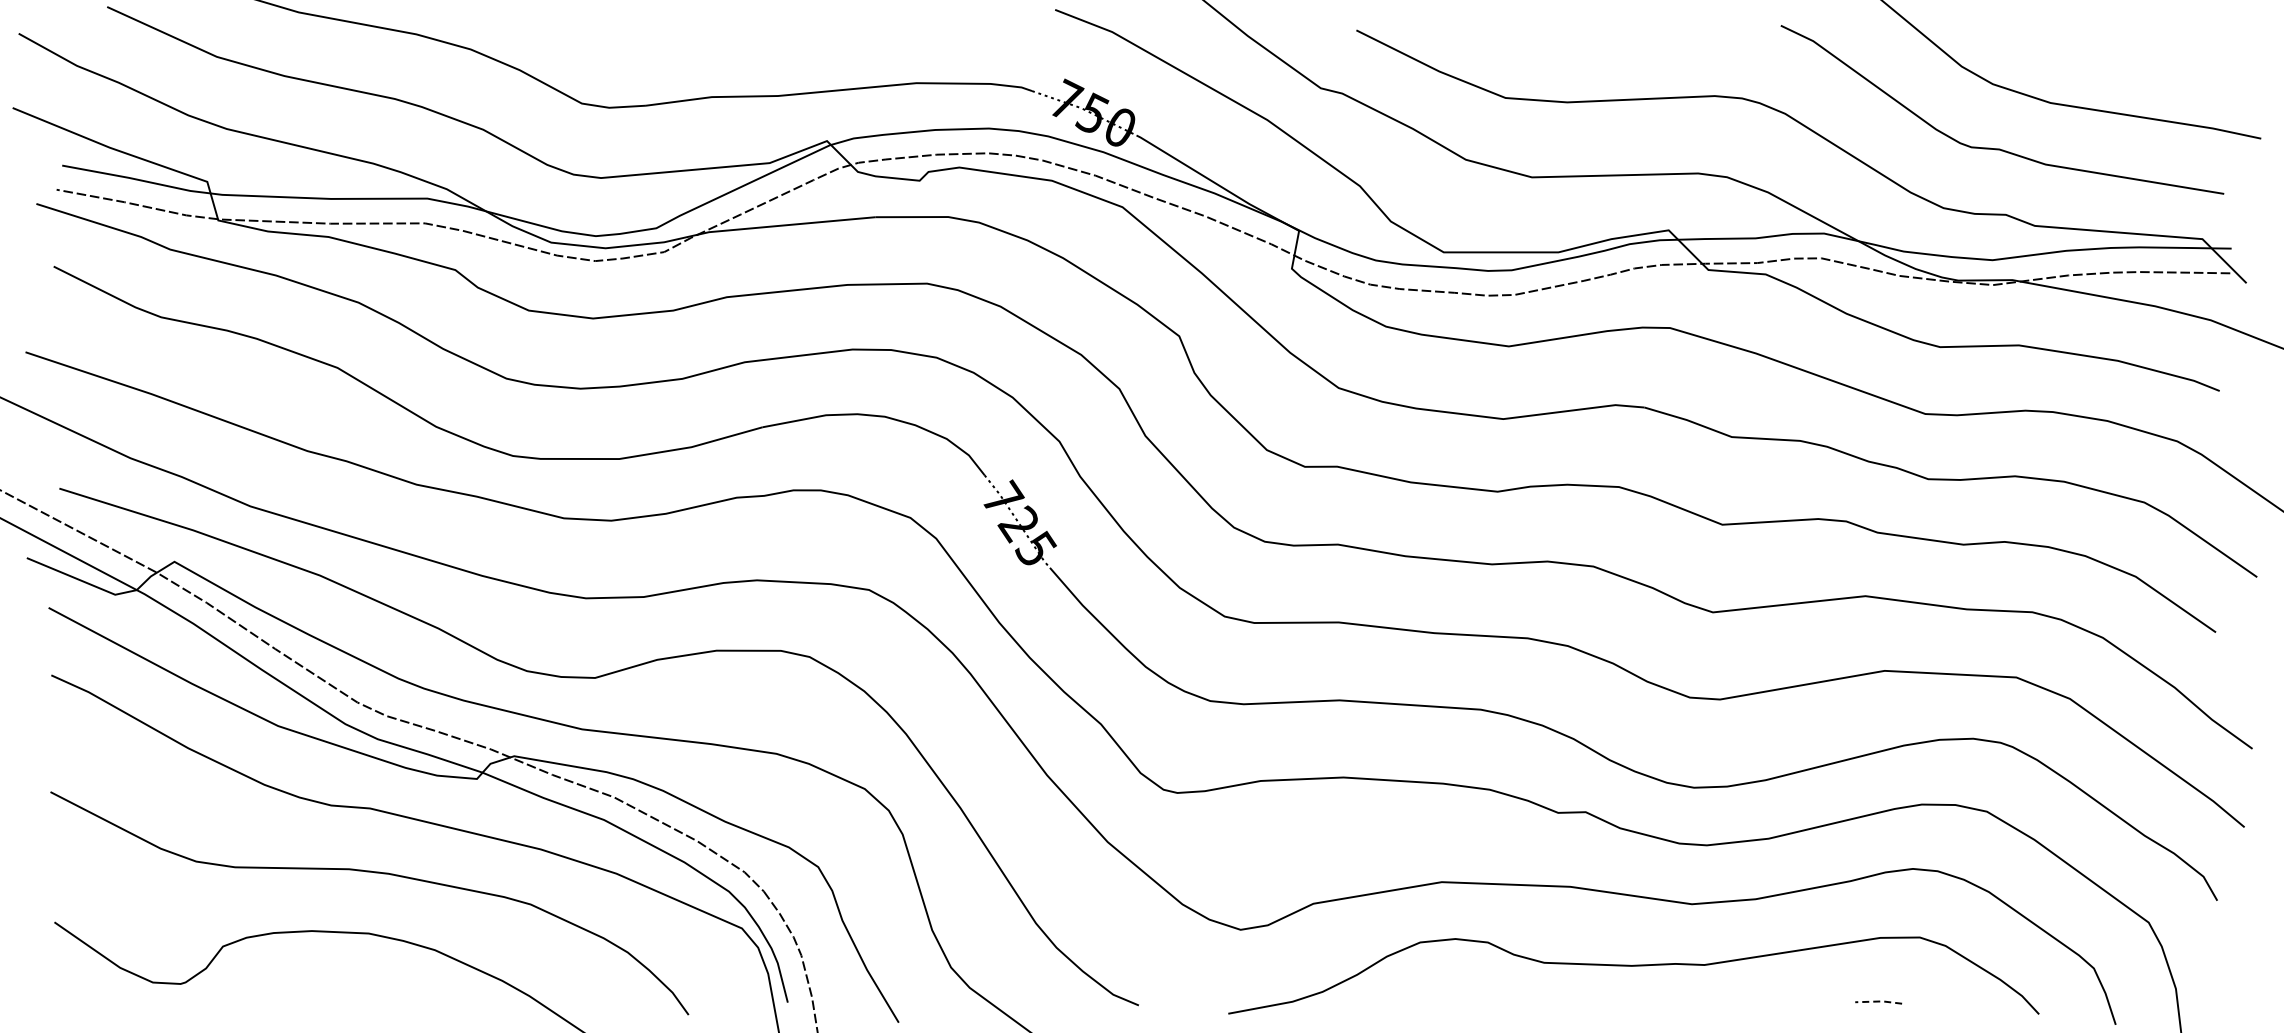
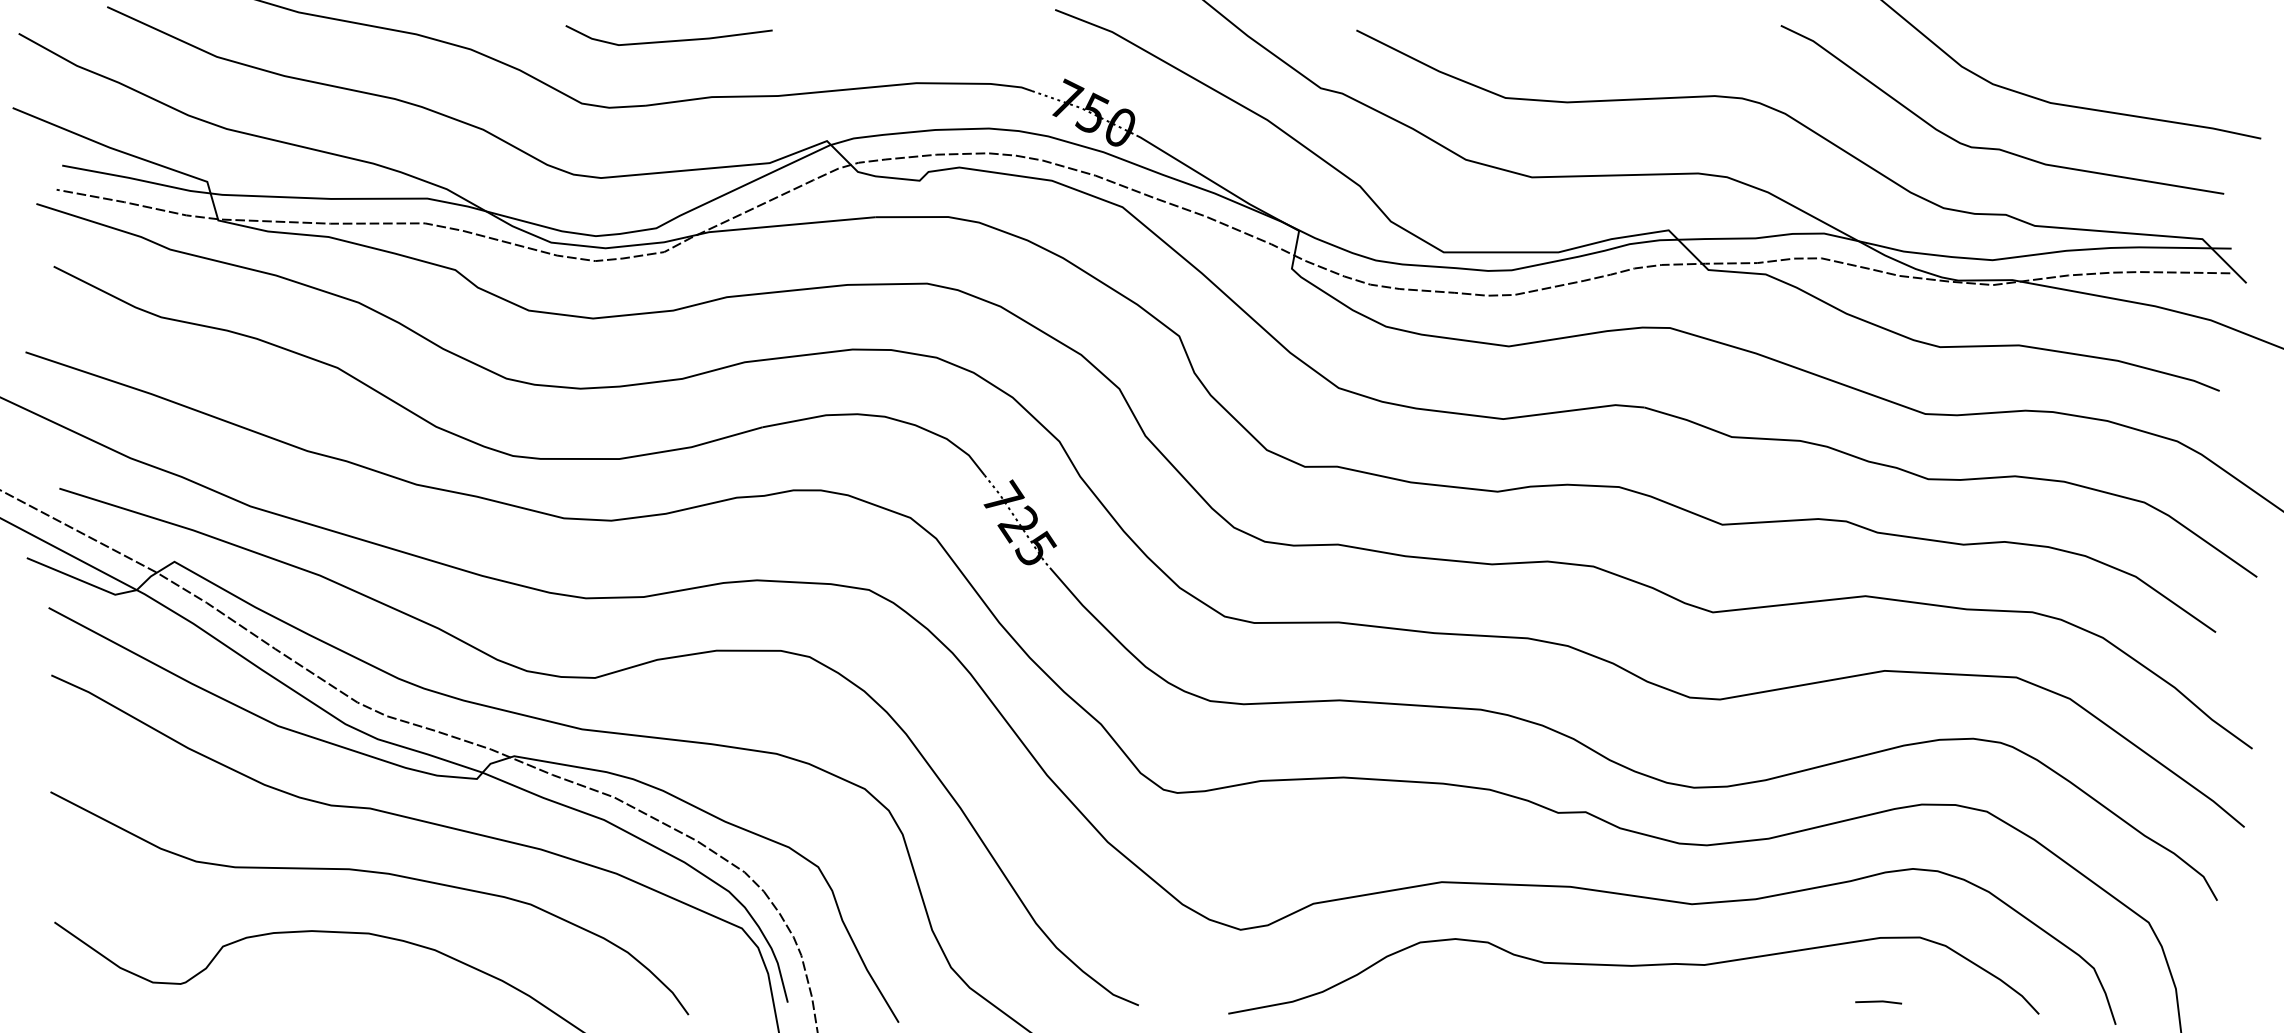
line at (668, 40): none -> present
line at (1878, 1001): dashed -> solid
